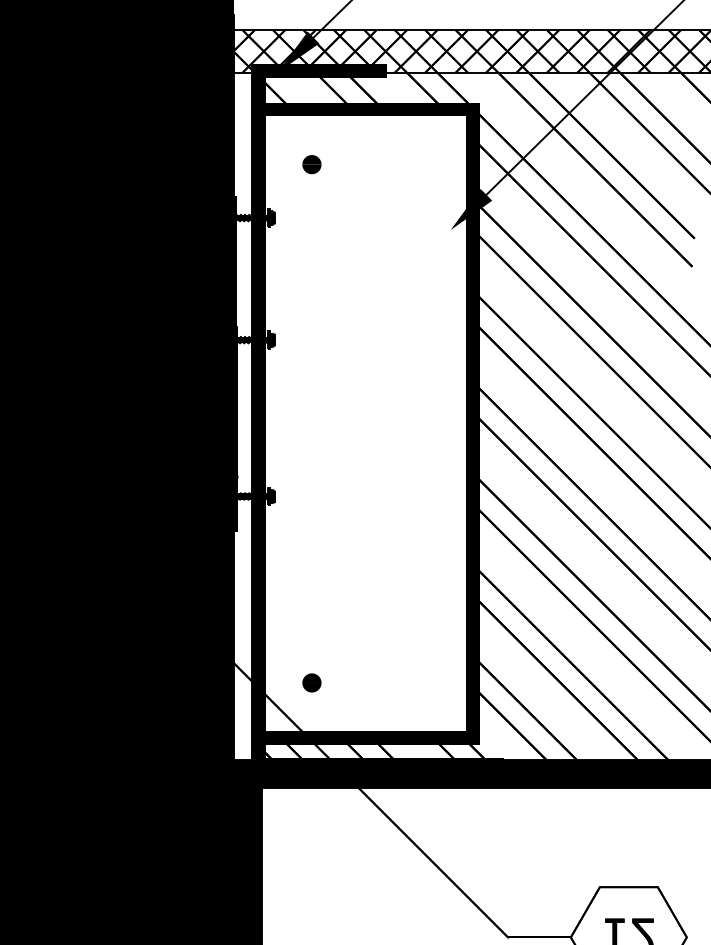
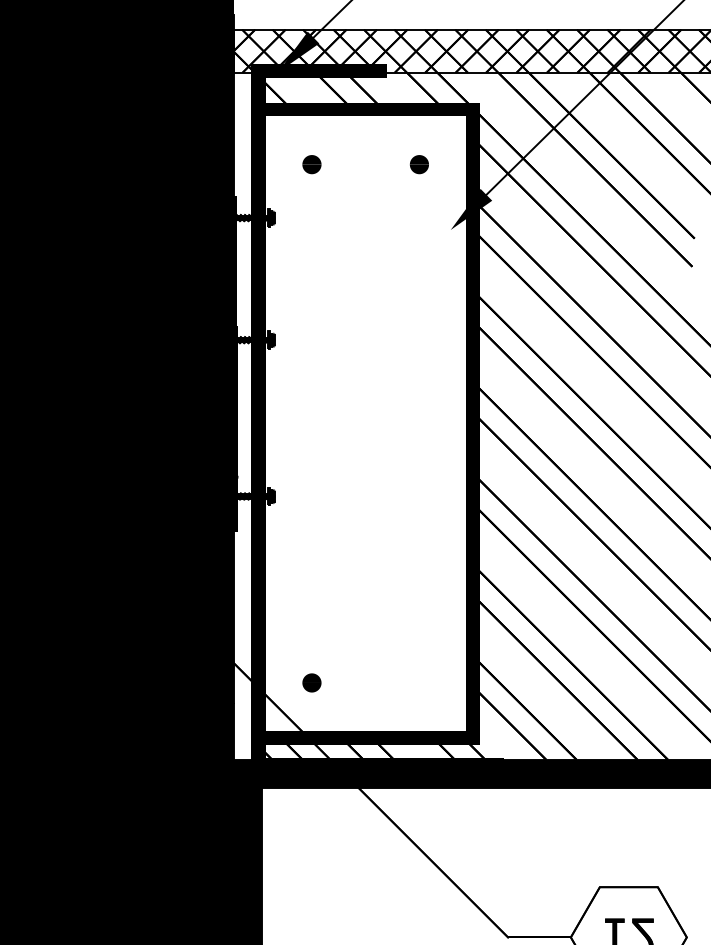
part at (418, 164): none -> present
